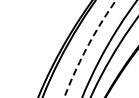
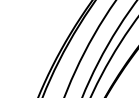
arc at (87, 47): dashed -> solid
